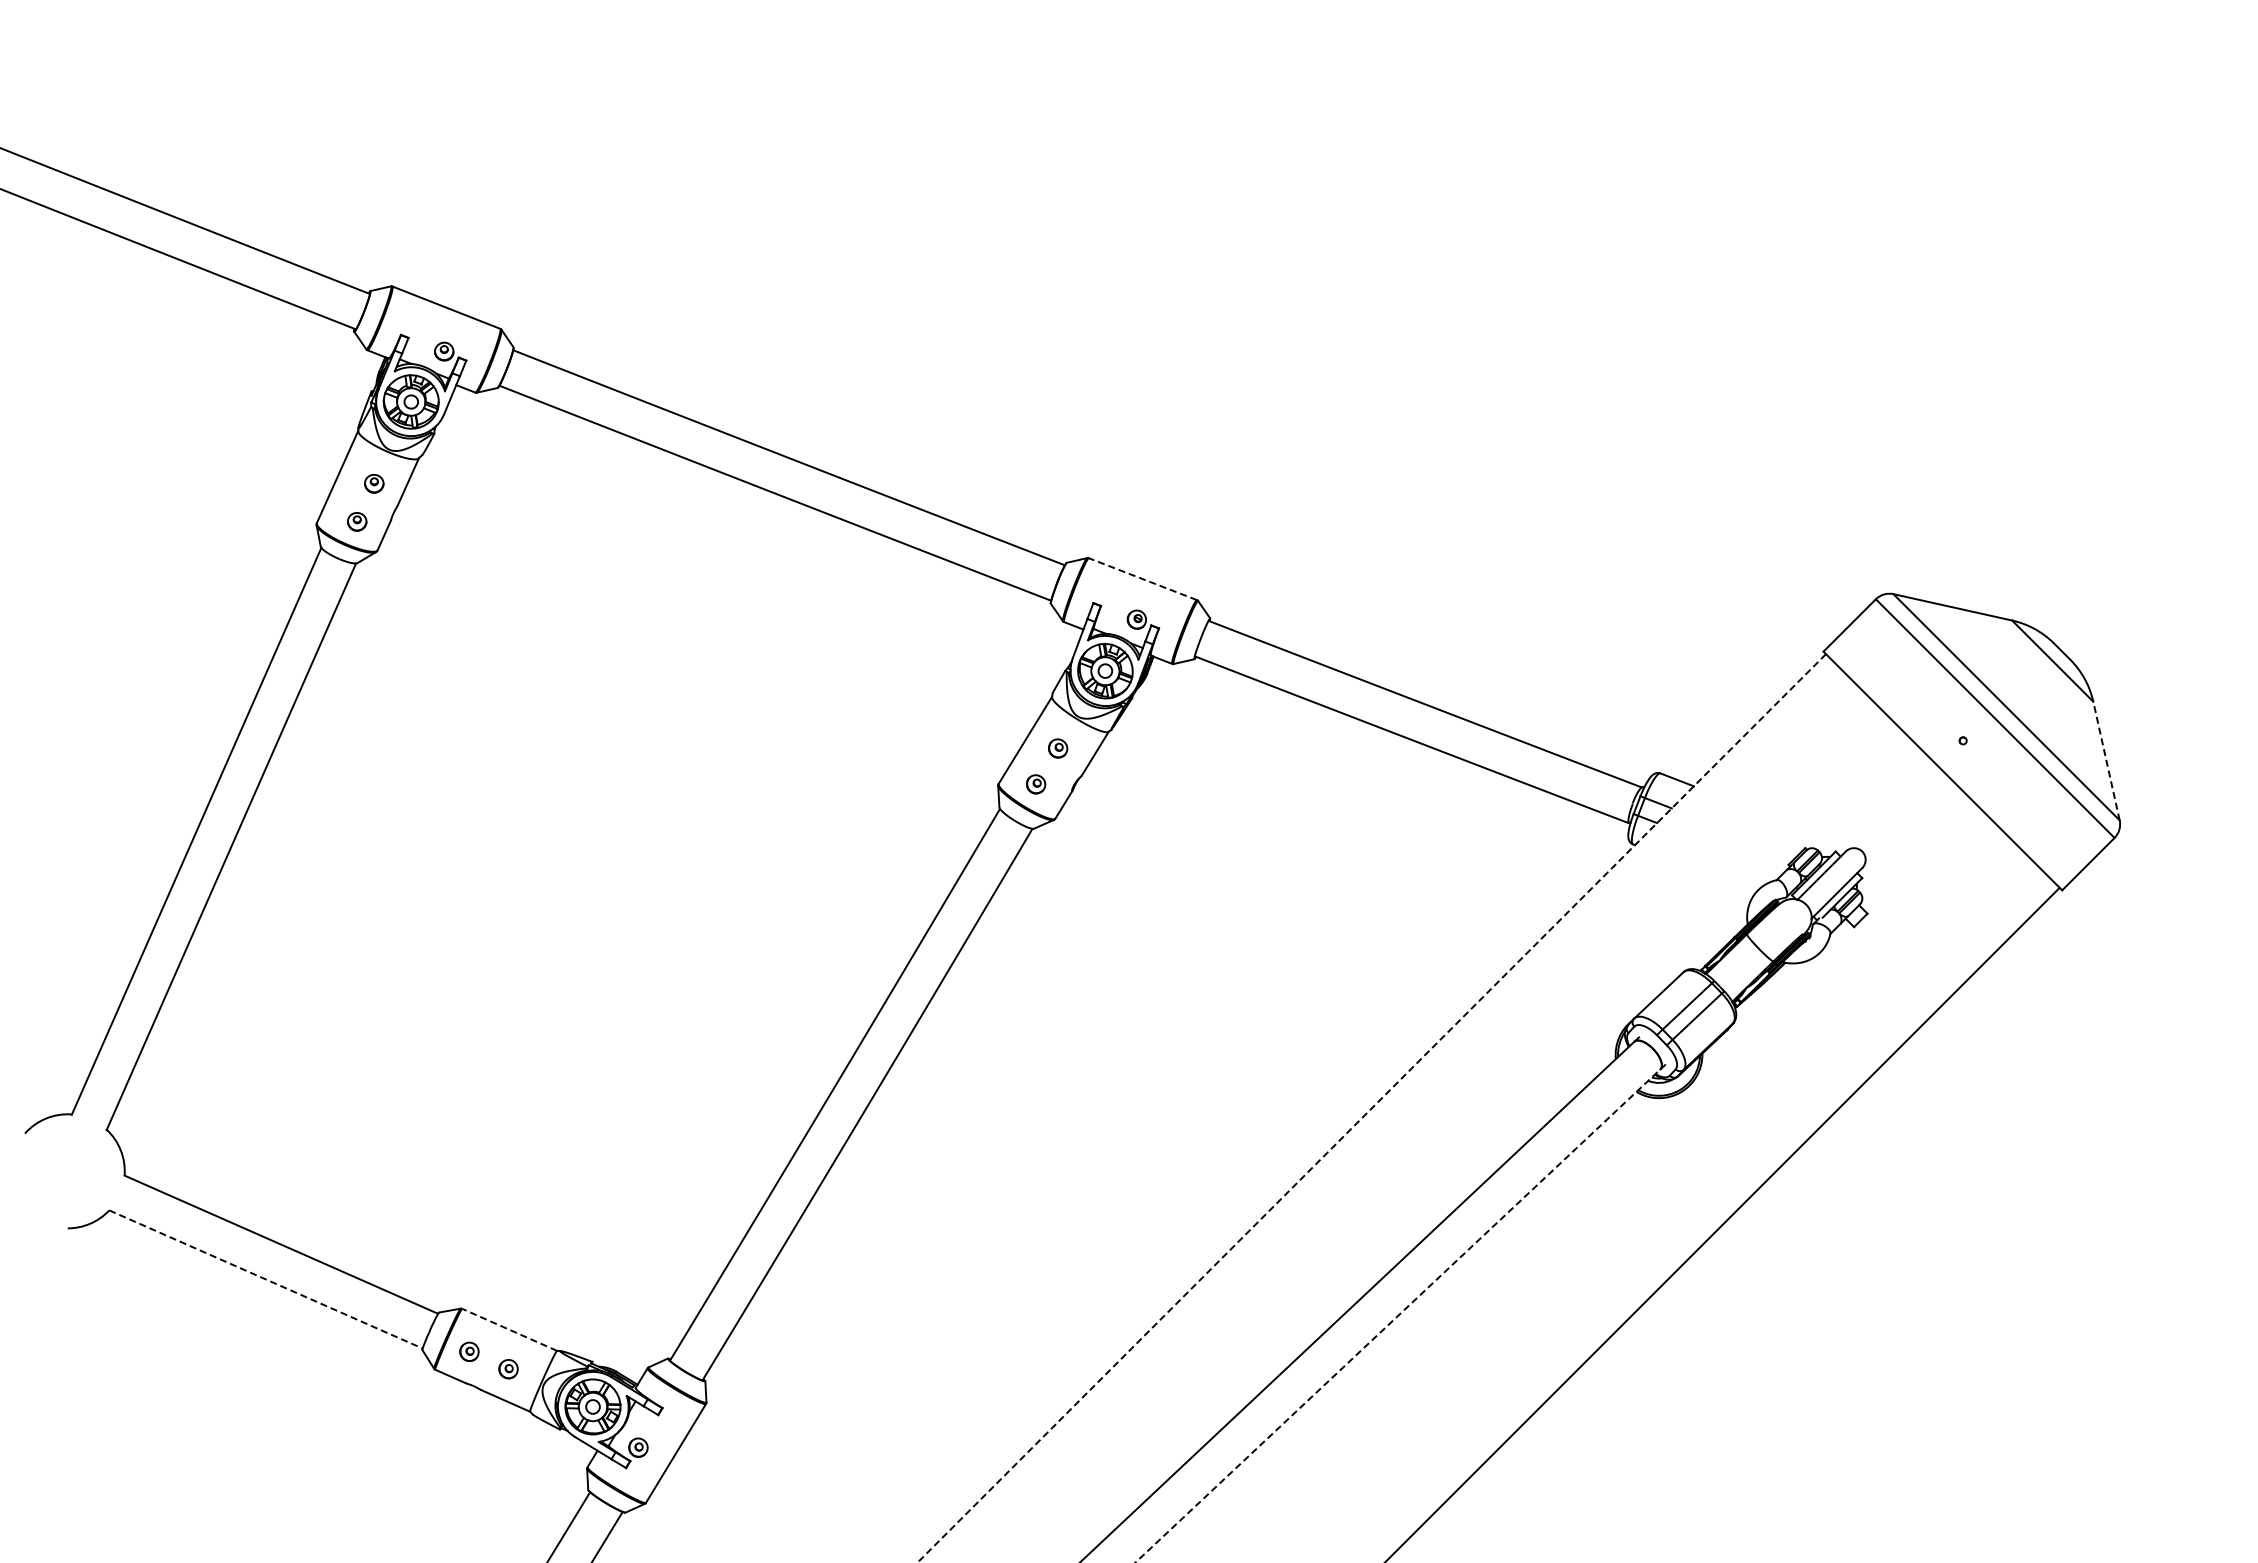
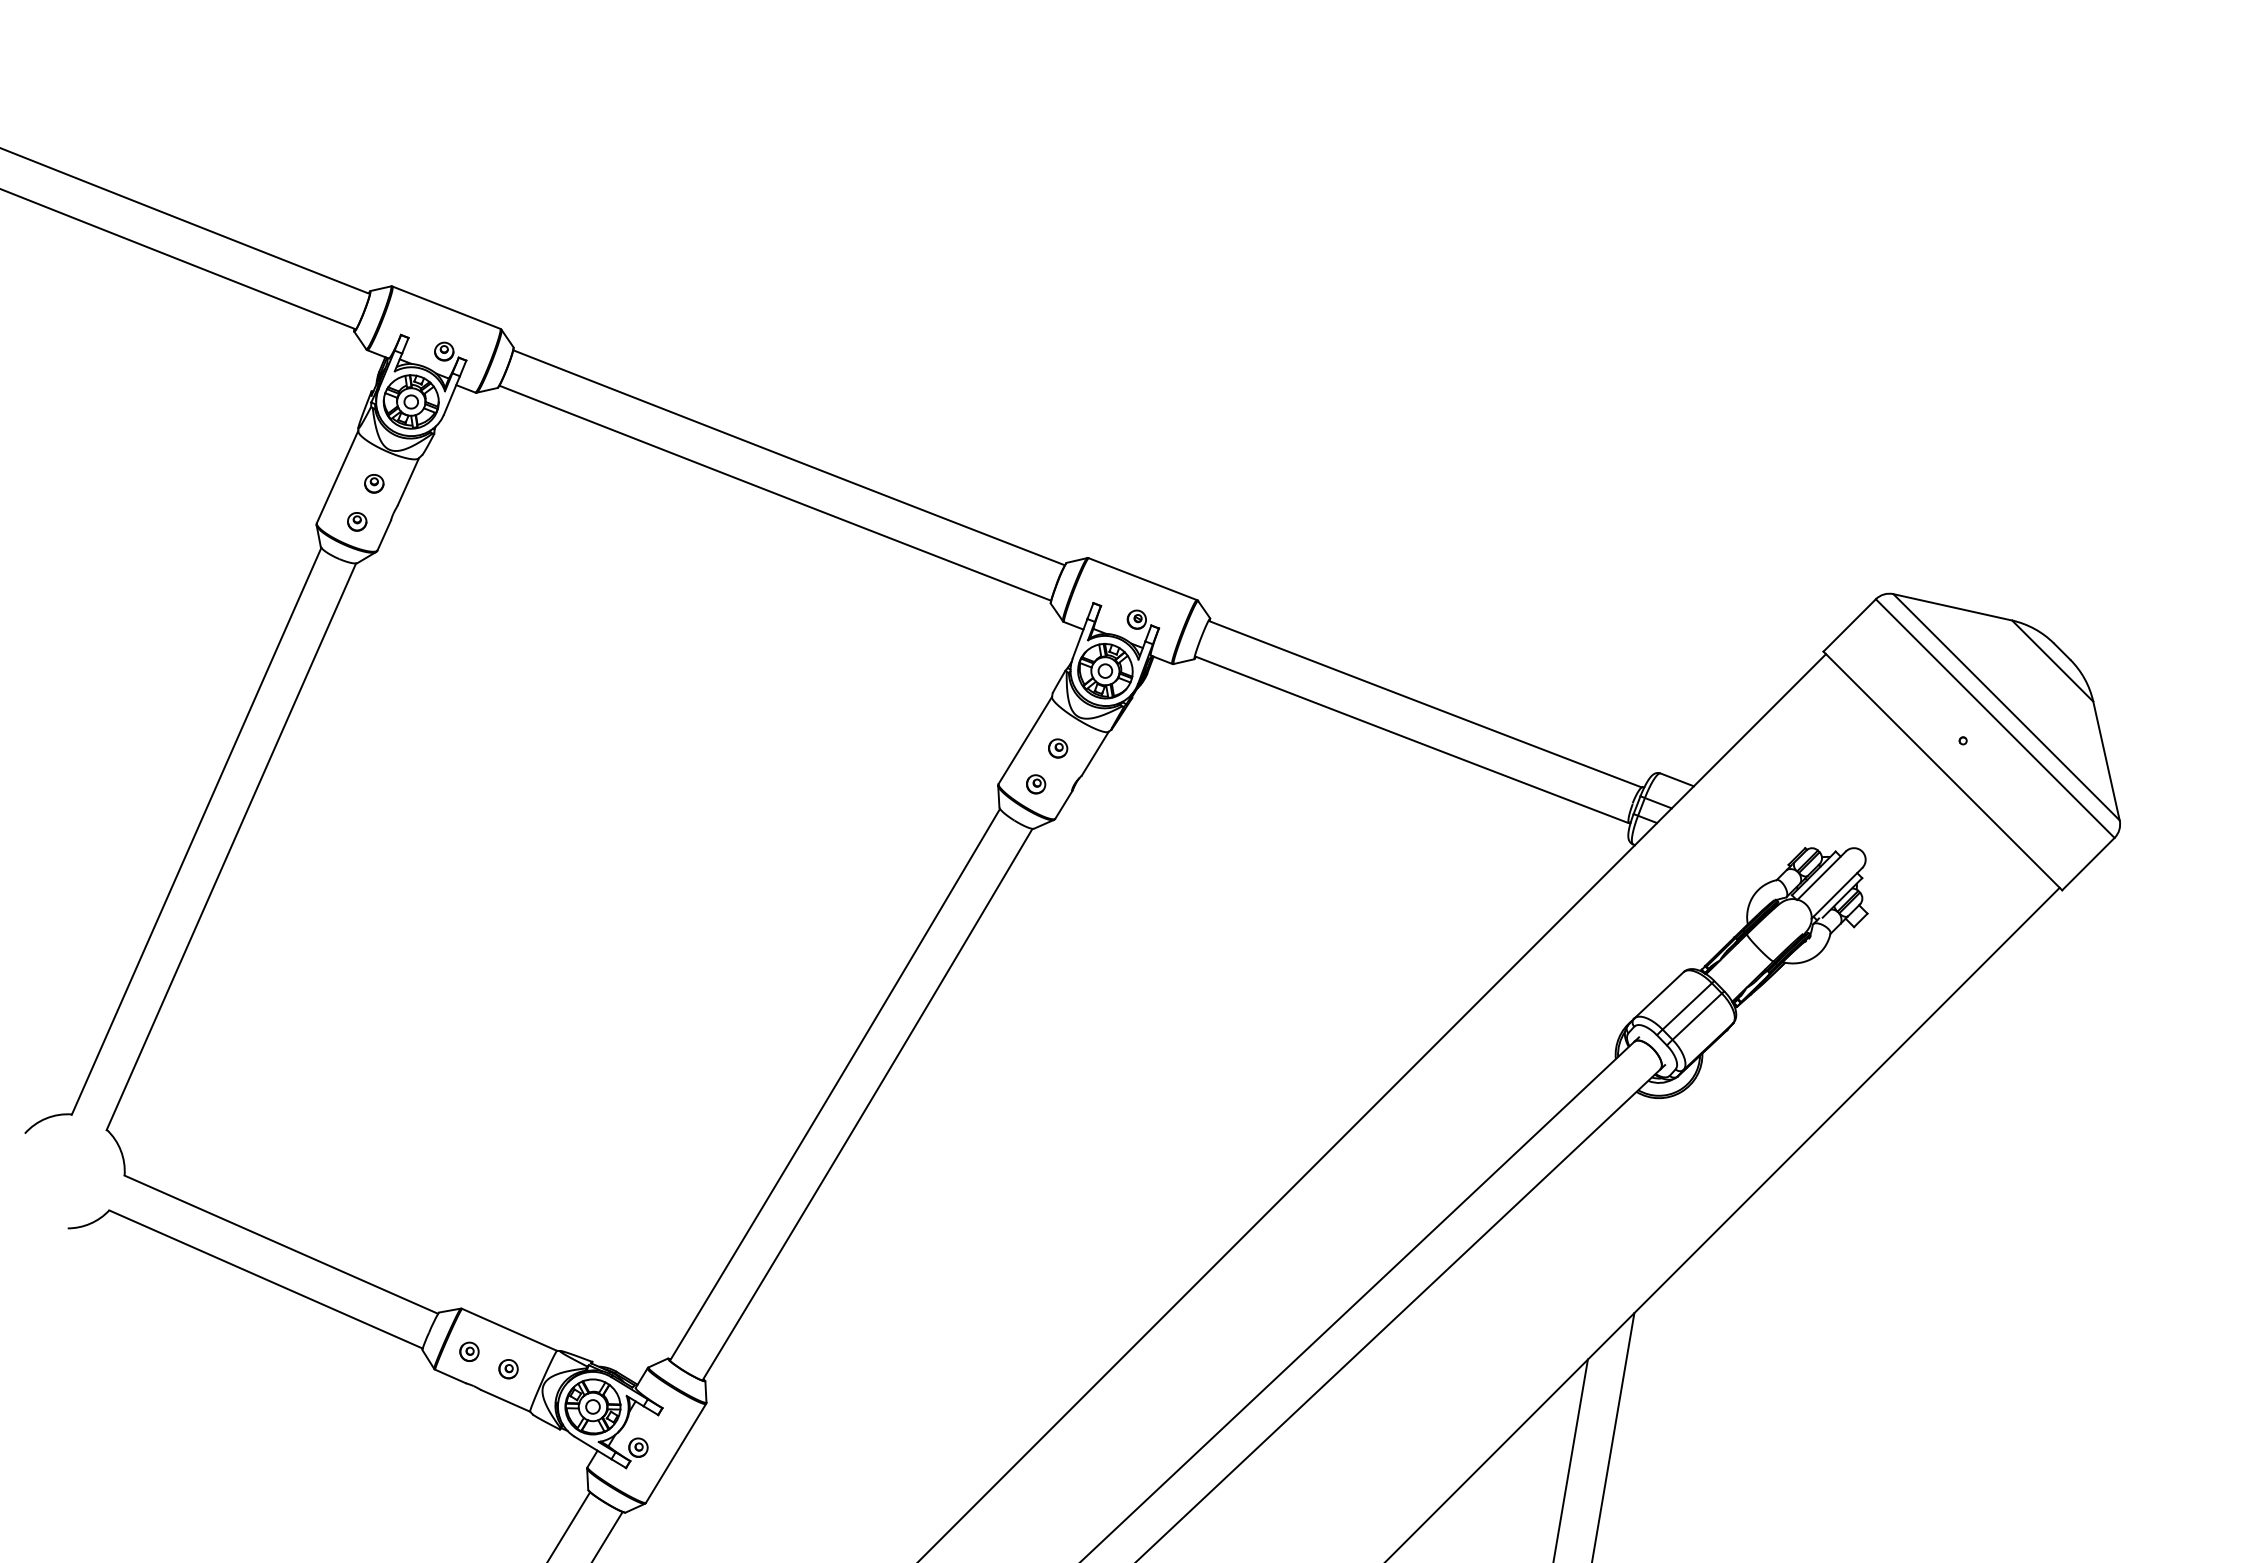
line at (1142, 579): dashed -> solid
line at (2106, 761): dashed -> solid
line at (1371, 1108): dashed -> solid
line at (266, 1279): dashed -> solid
line at (1398, 1315): dashed -> solid
line at (509, 1329): dashed -> solid
line at (1613, 1436): none -> present
line at (1570, 1459): none -> present
